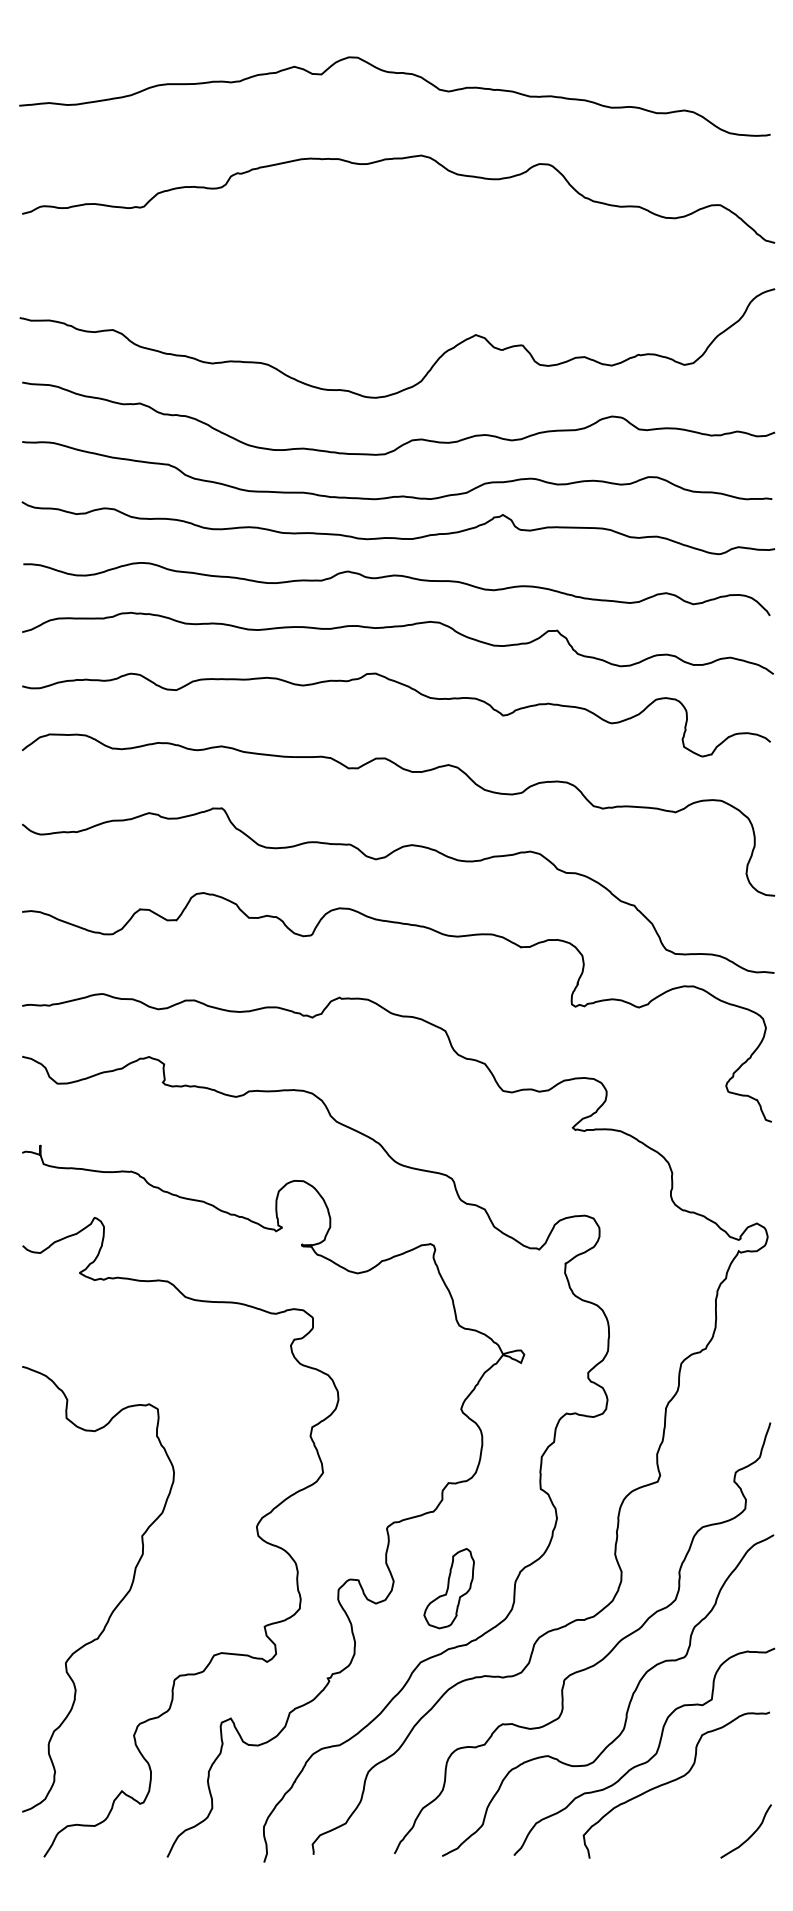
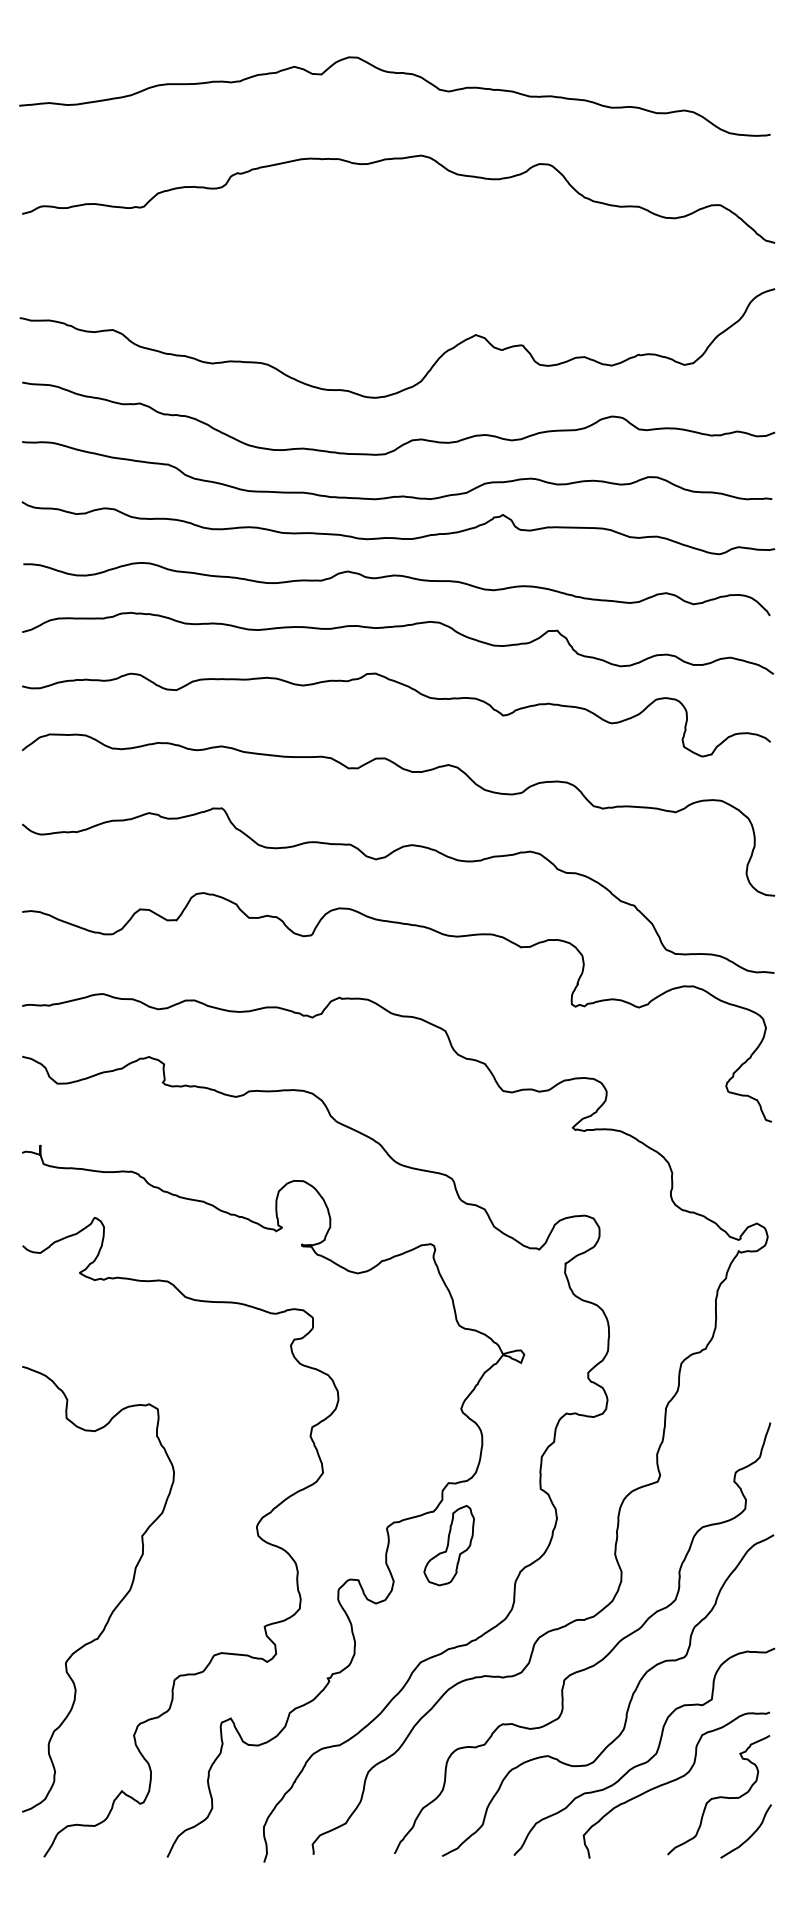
part at (448, 1588) position: (448, 1588) -> (448, 1545)
curve at (718, 1796): none -> present
